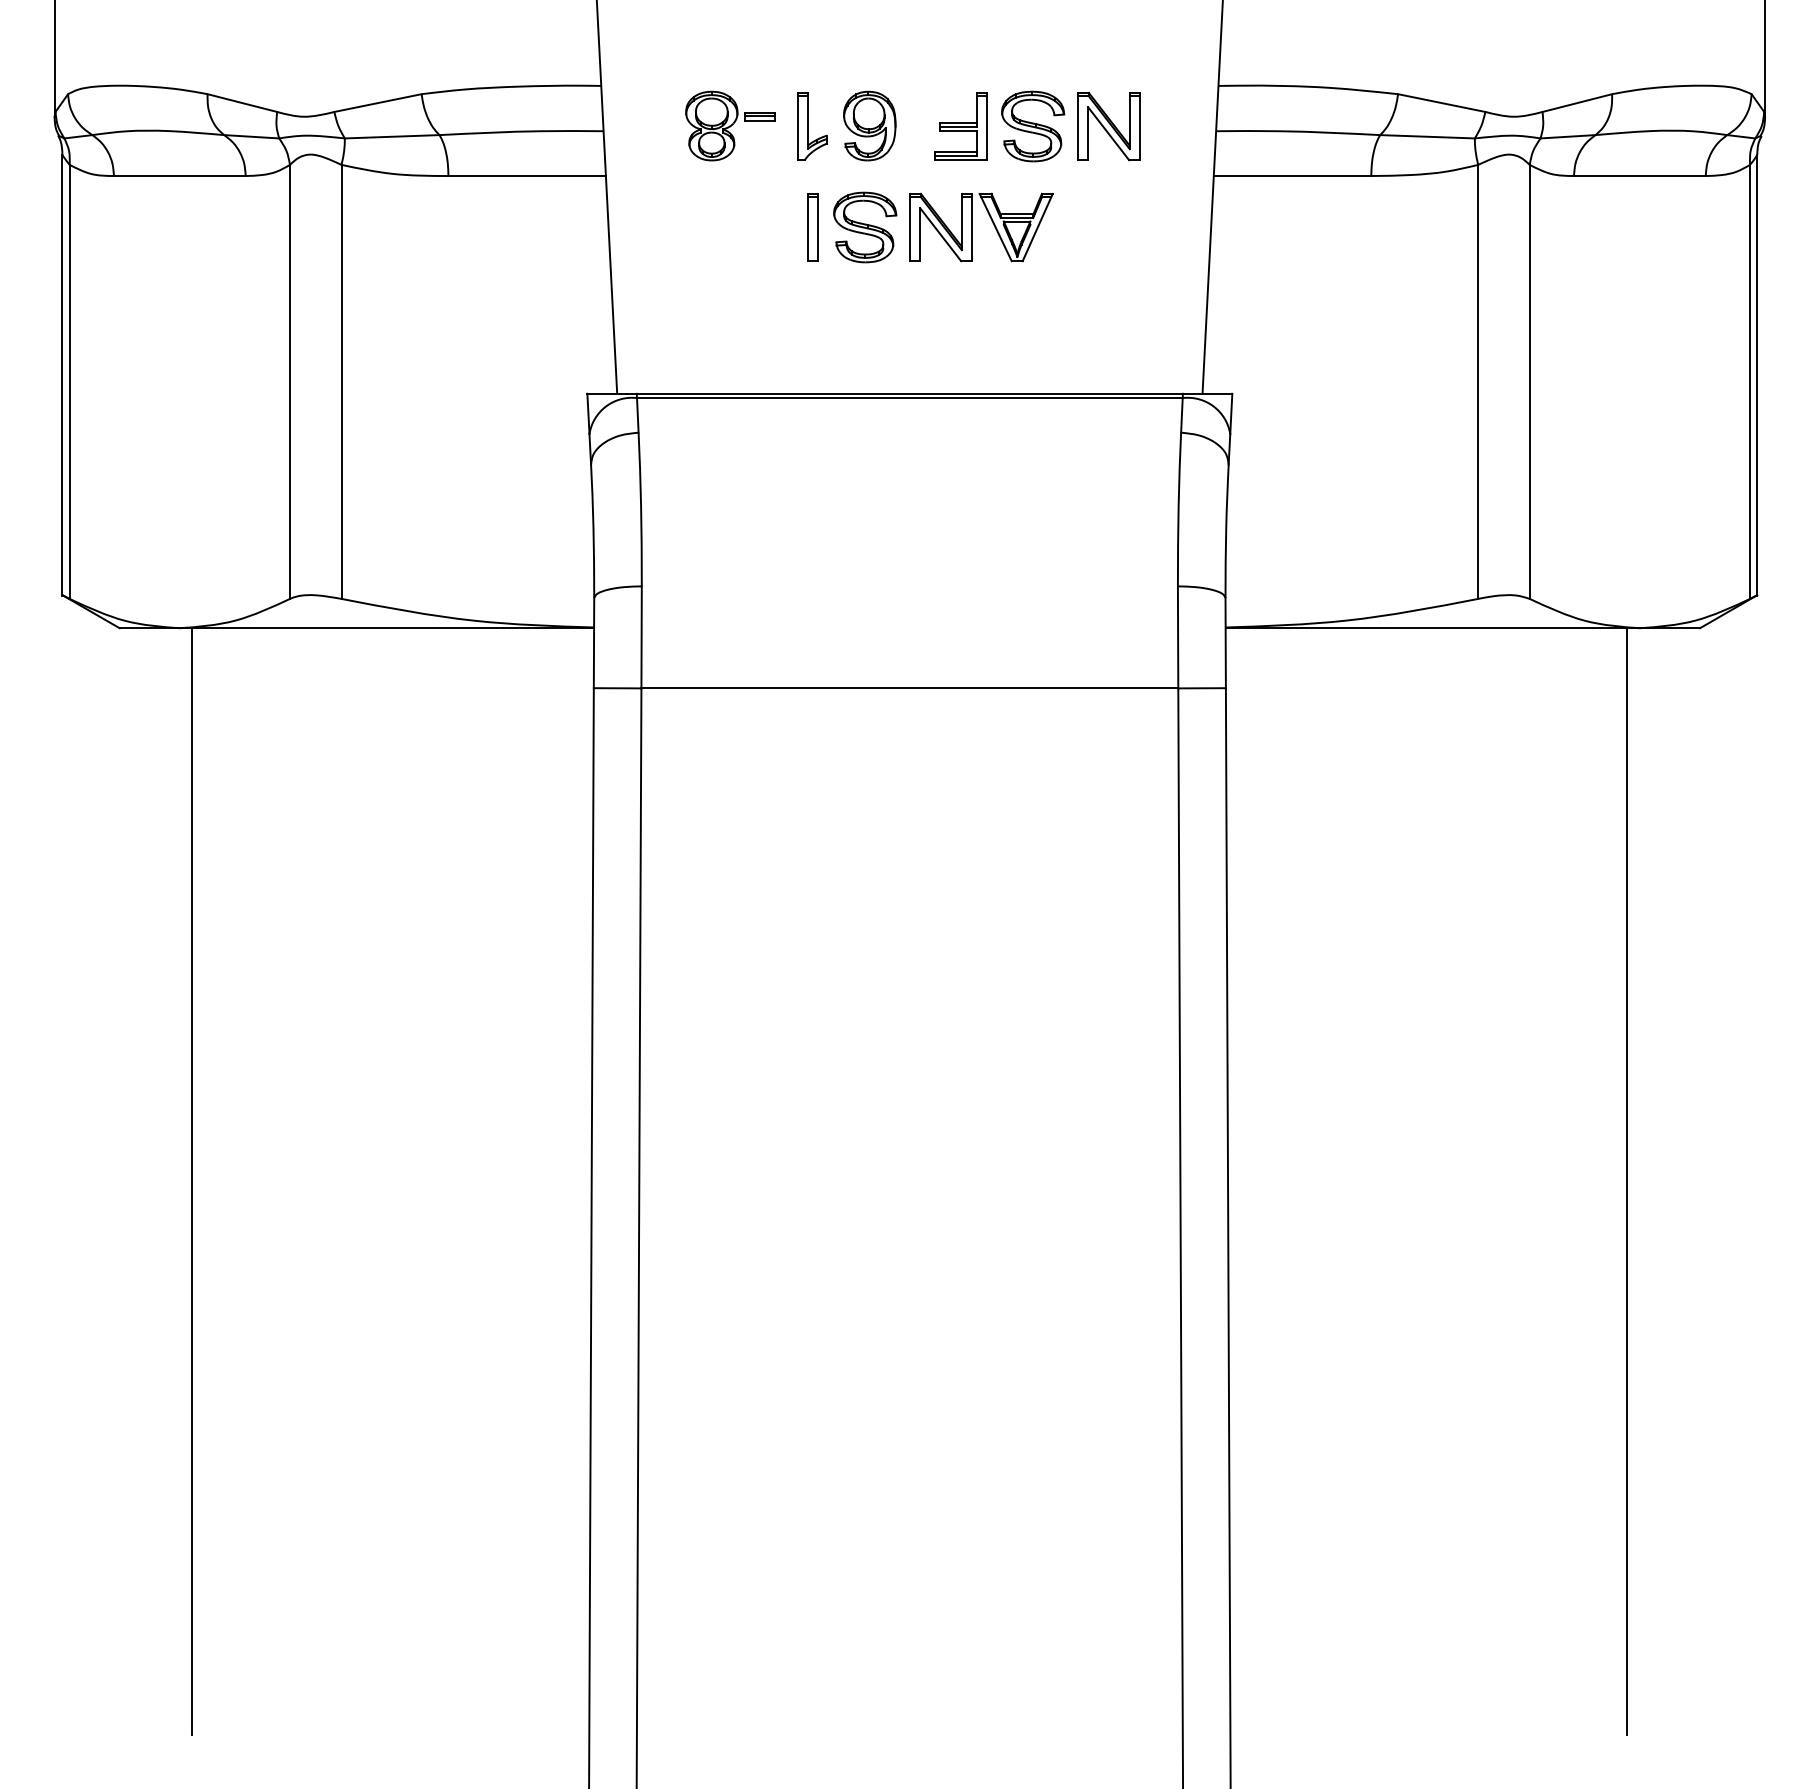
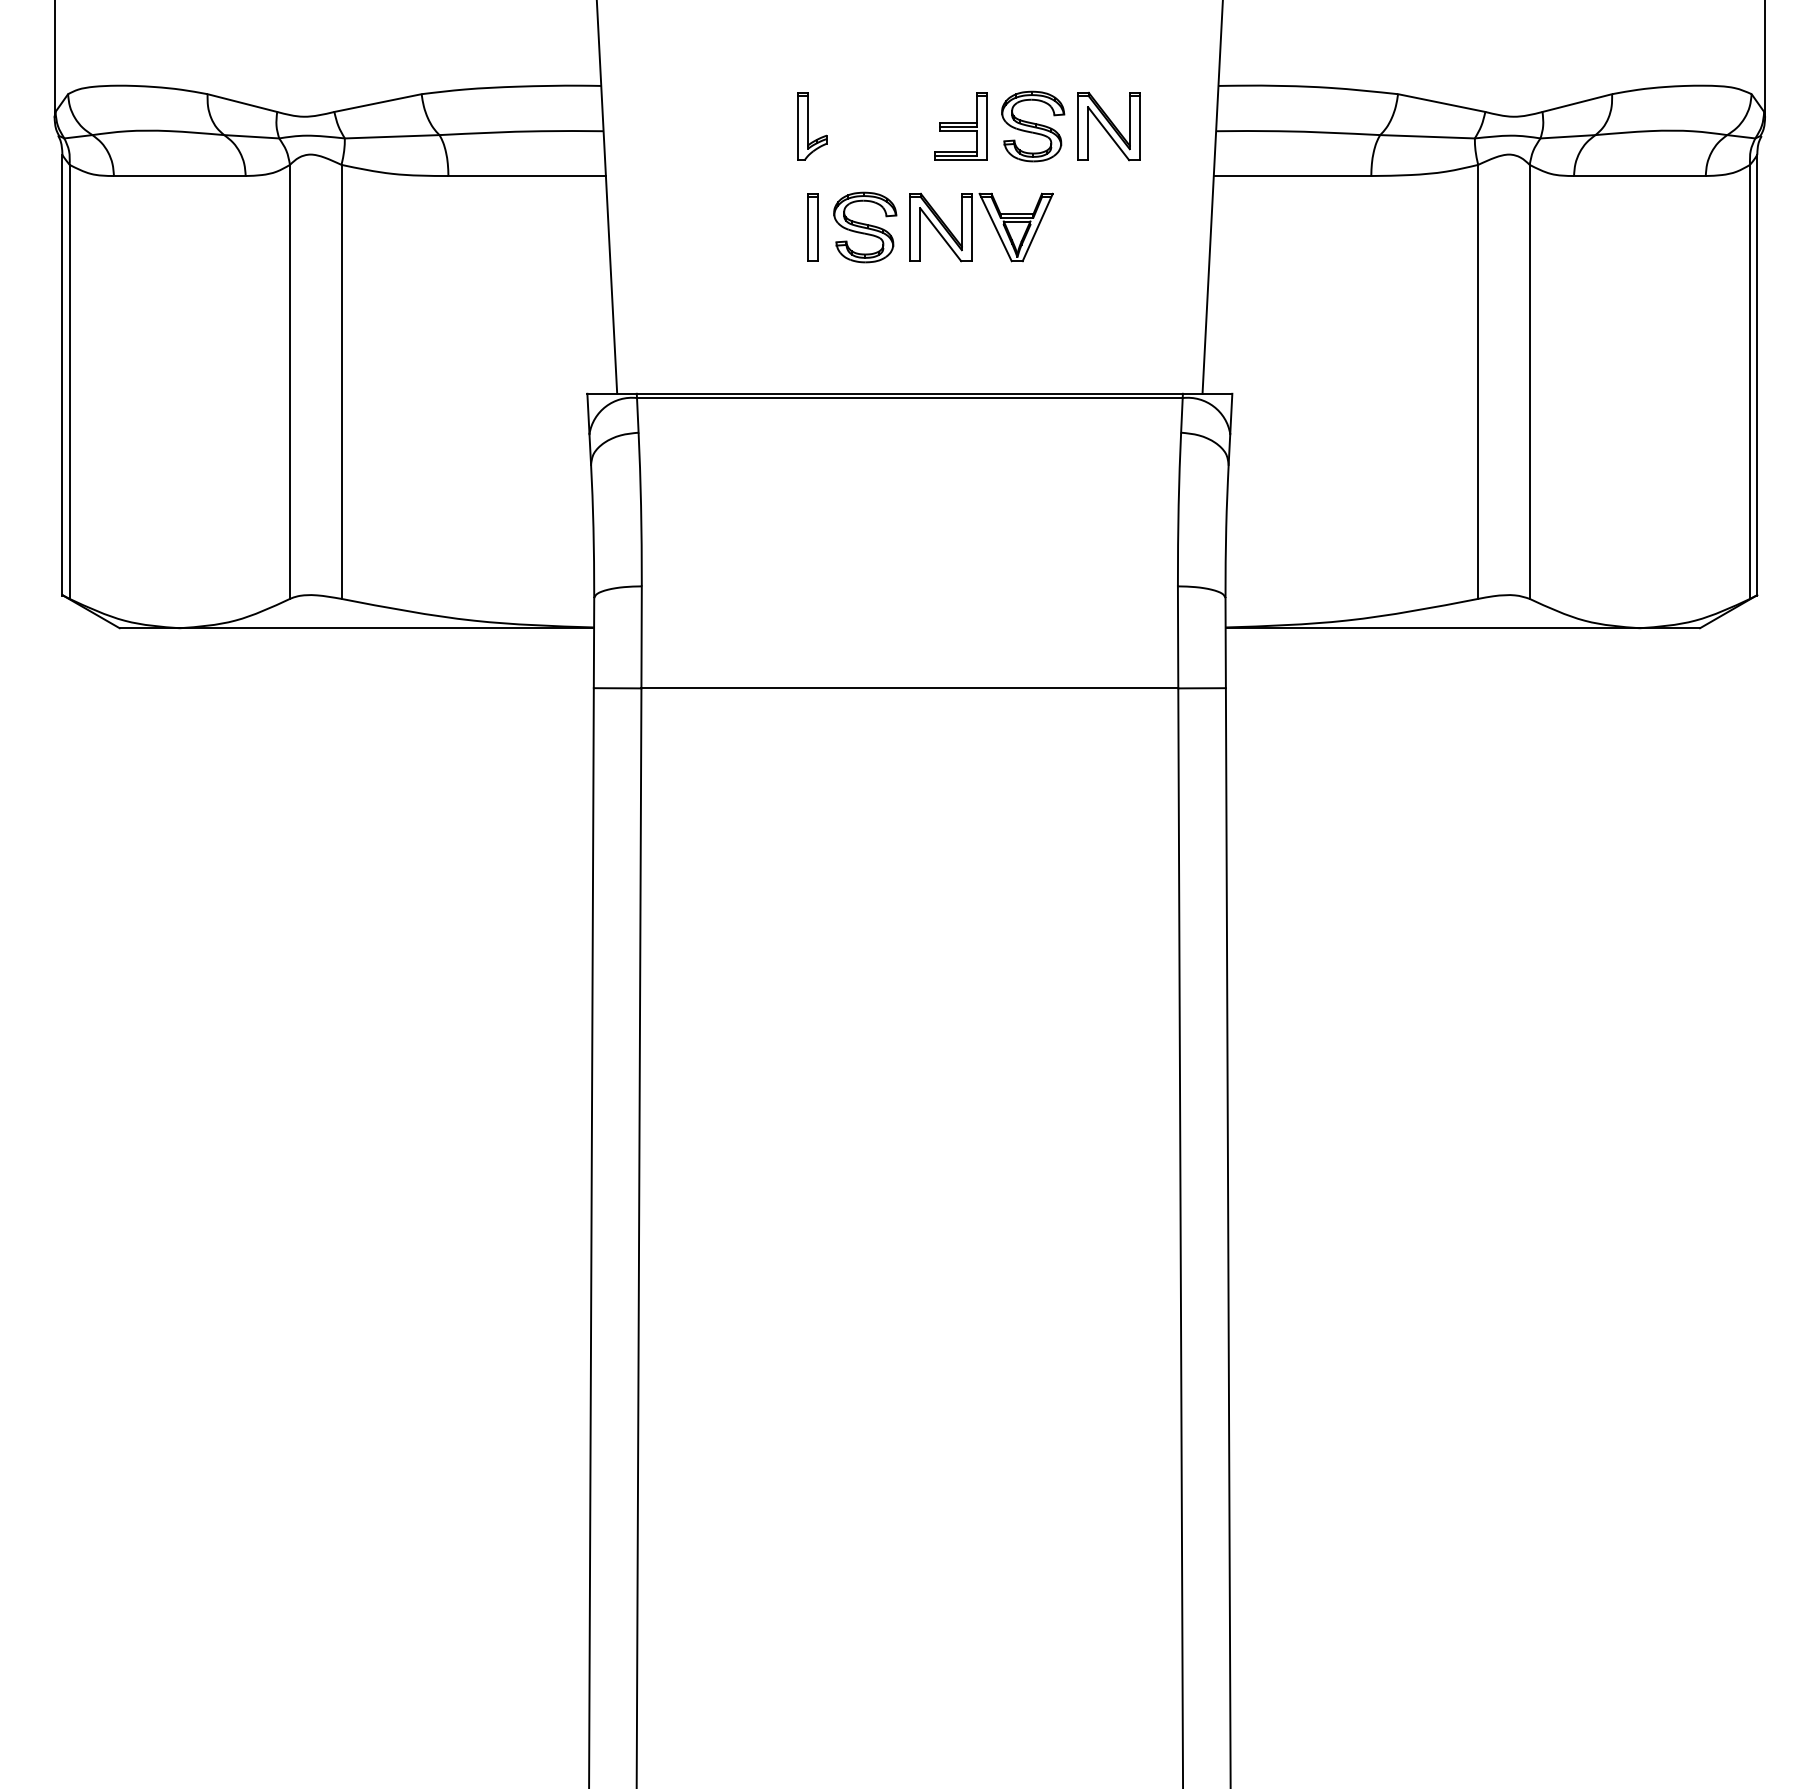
part at (730, 125): present -> none
part at (869, 125): present -> none
line at (192, 1181): present -> none
line at (1627, 1181): present -> none
